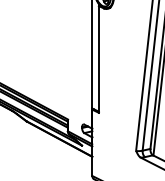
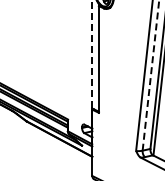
line at (92, 54): solid -> dashed
line at (150, 75): solid -> dashed
